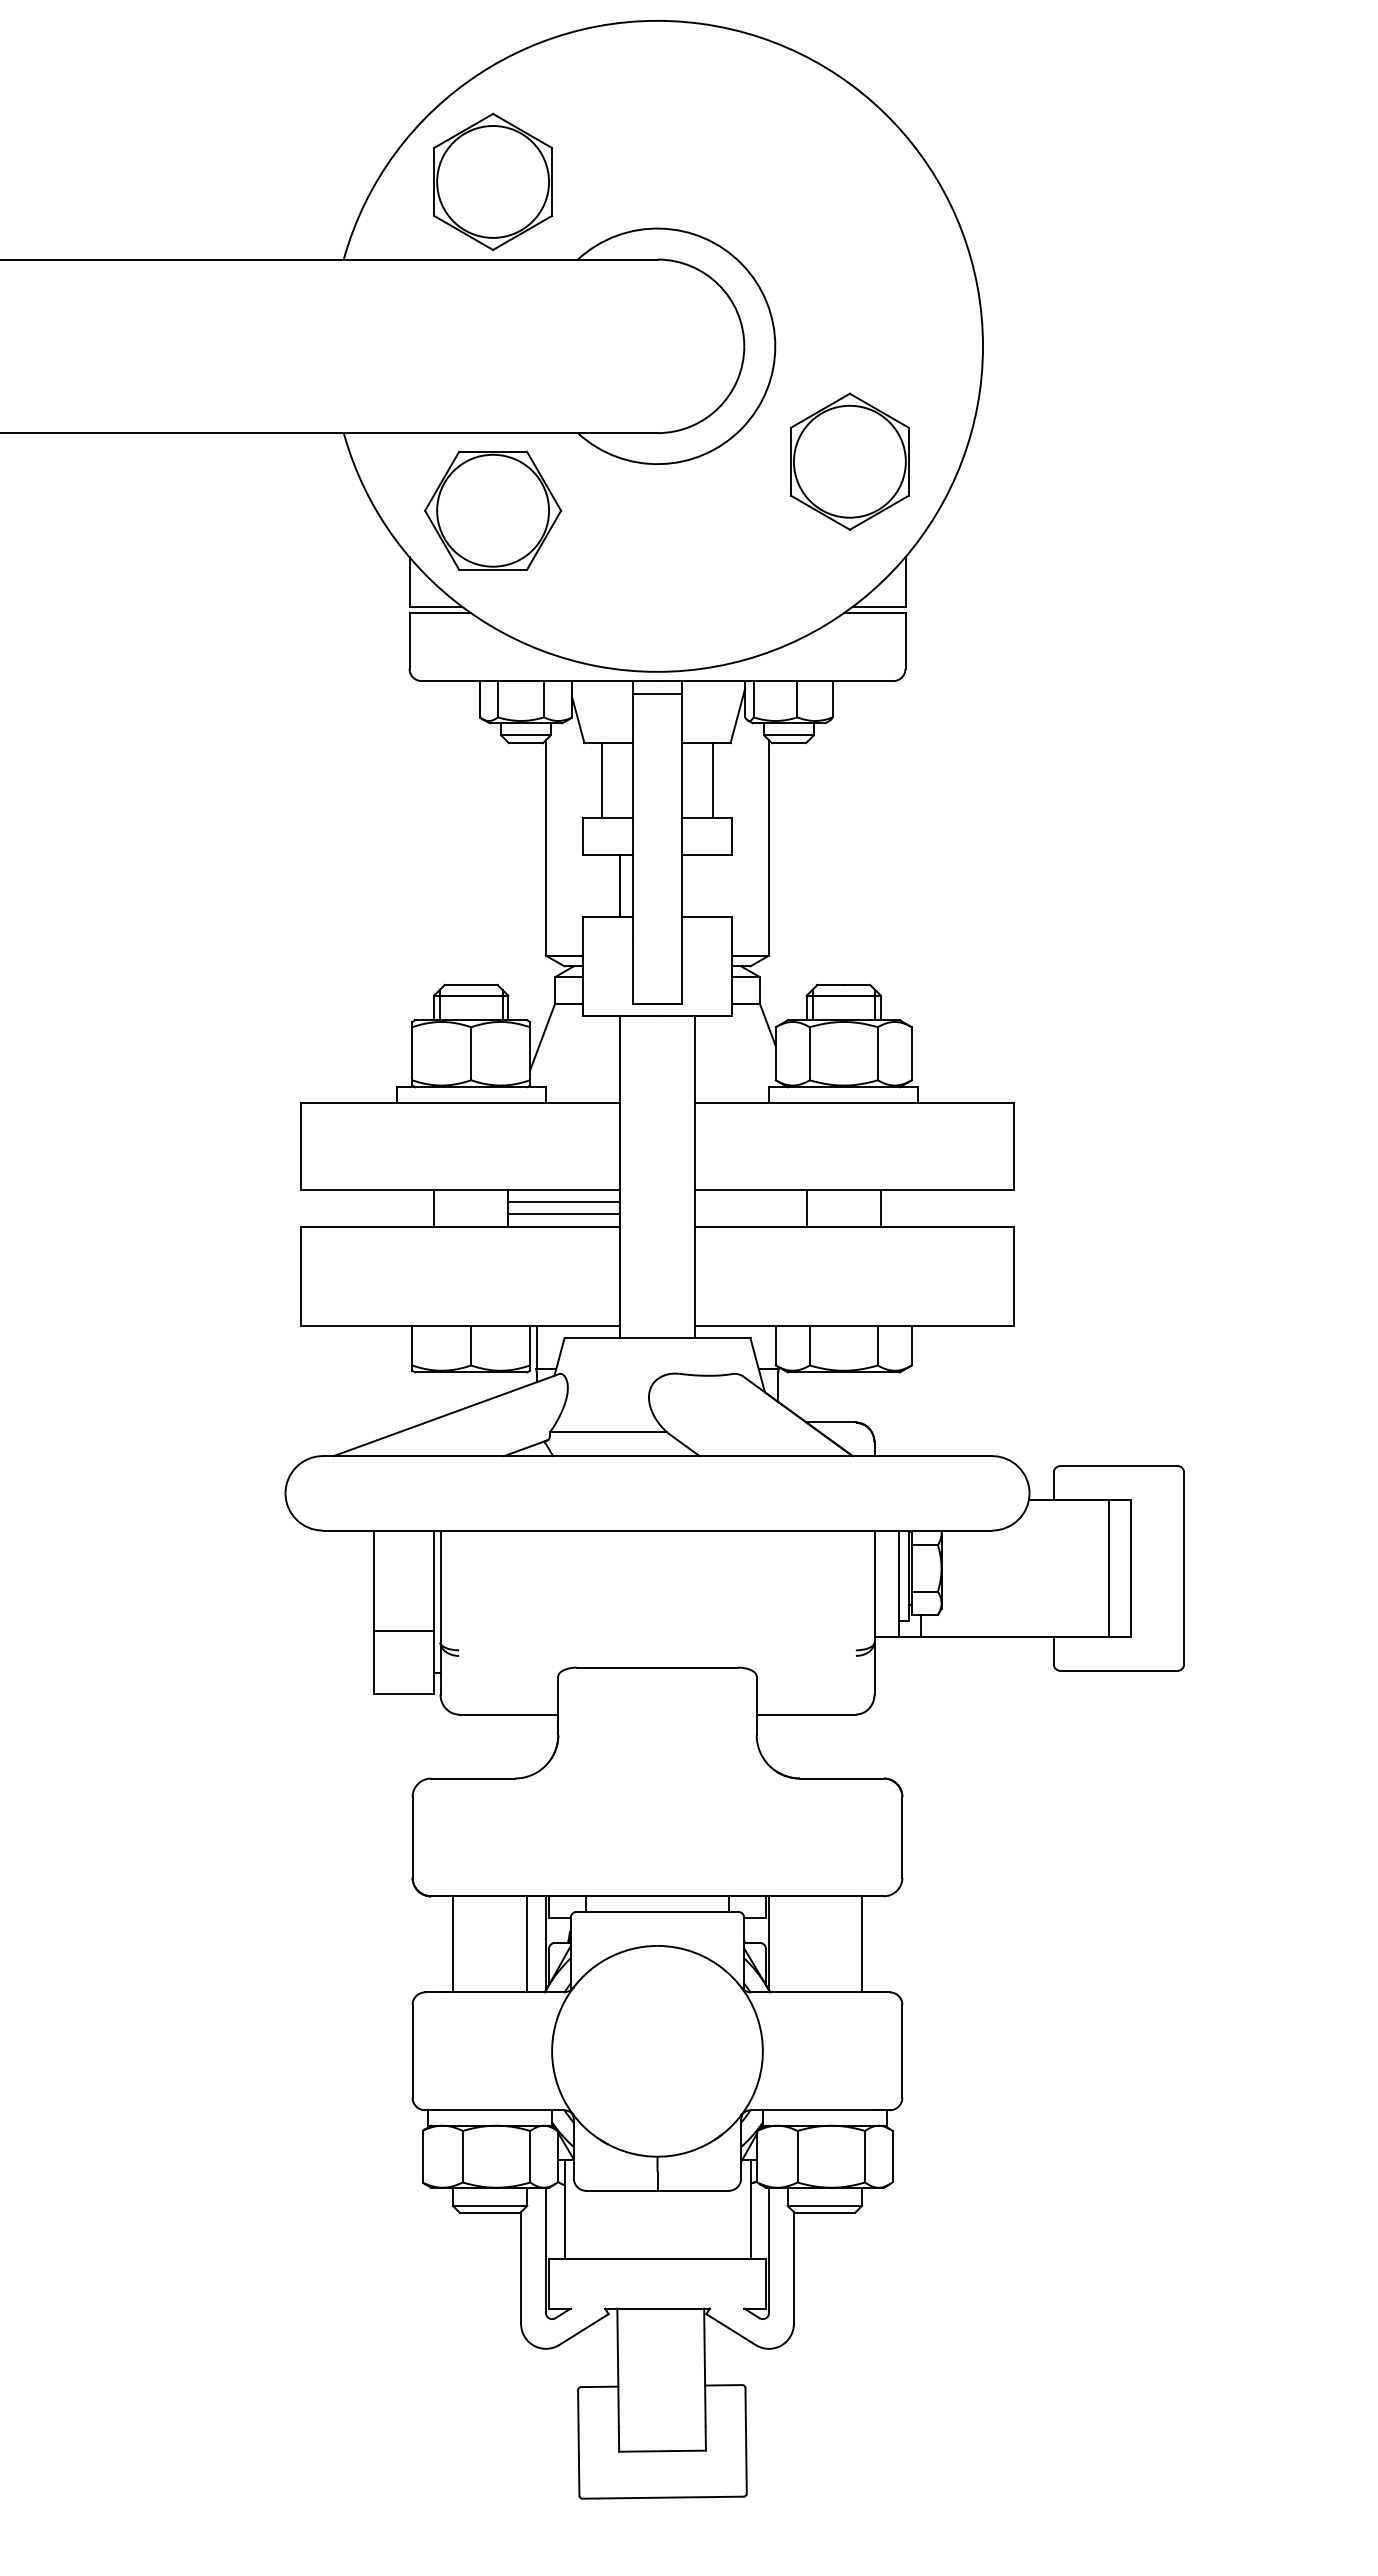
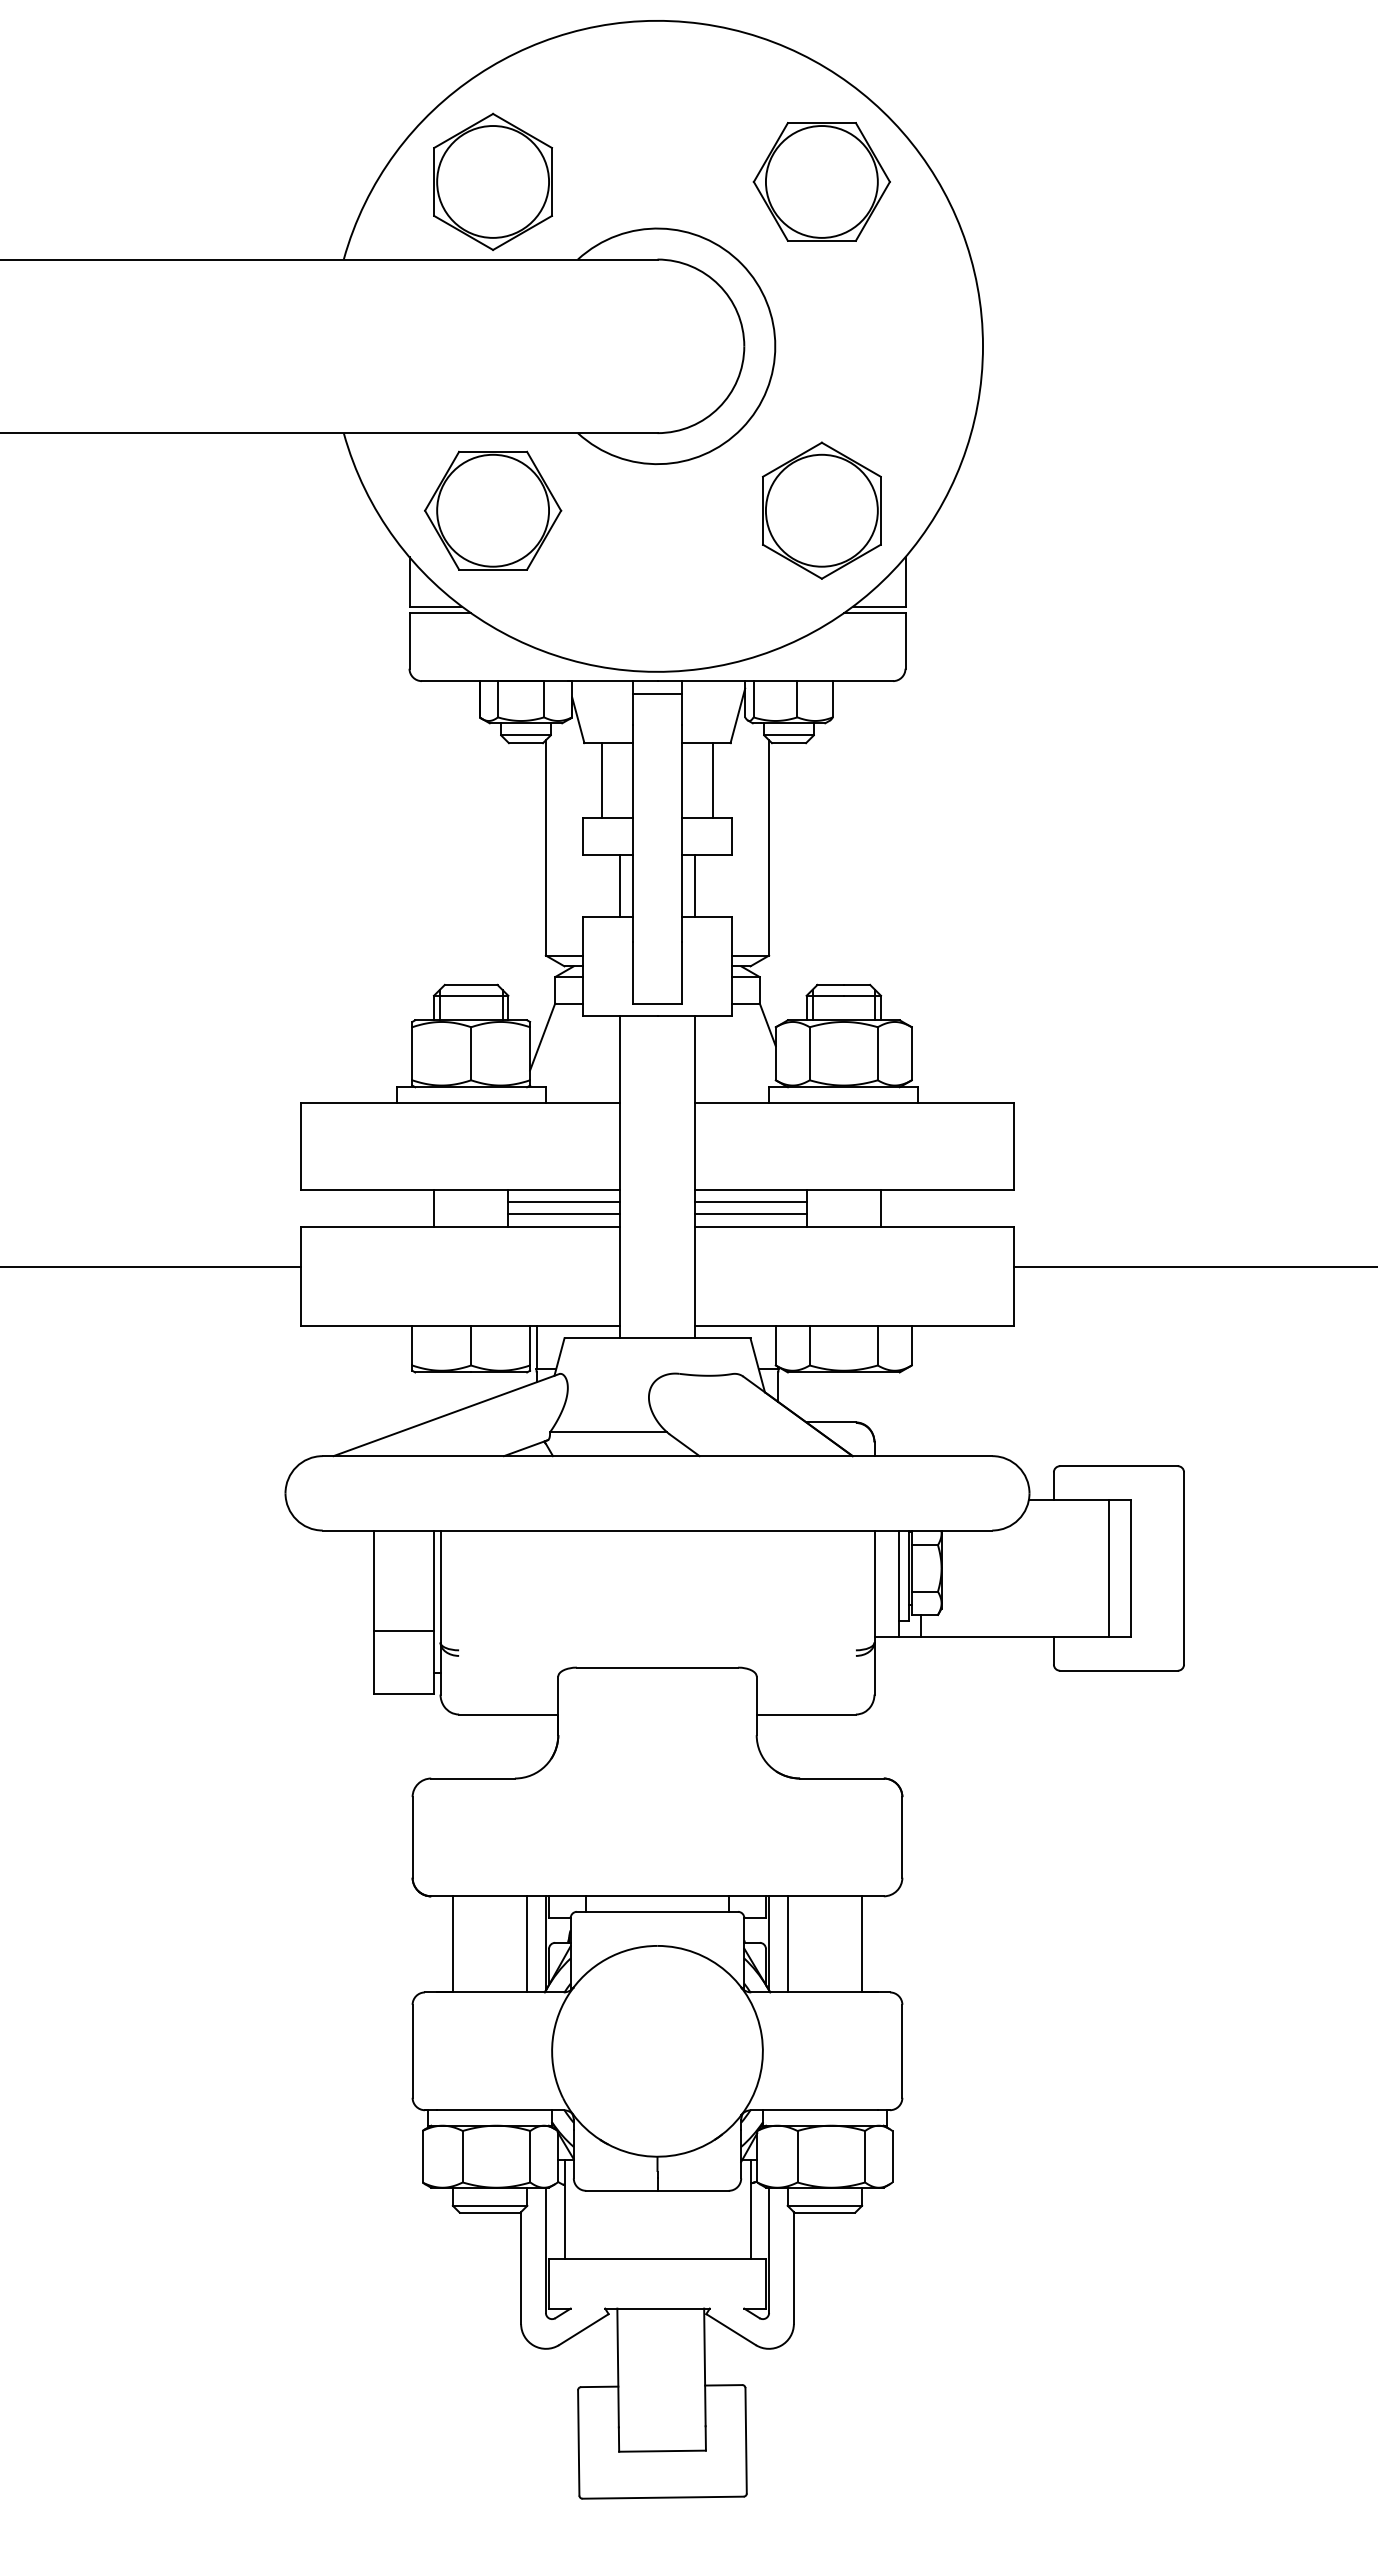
part at (821, 181): none -> present
part at (849, 461) position: (849, 461) -> (821, 510)
line at (694, 885): none -> present
line at (750, 1201): none -> present
line at (750, 1214): none -> present
line at (151, 1267): none -> present
line at (1194, 1267): none -> present
line at (787, 1944): none -> present
